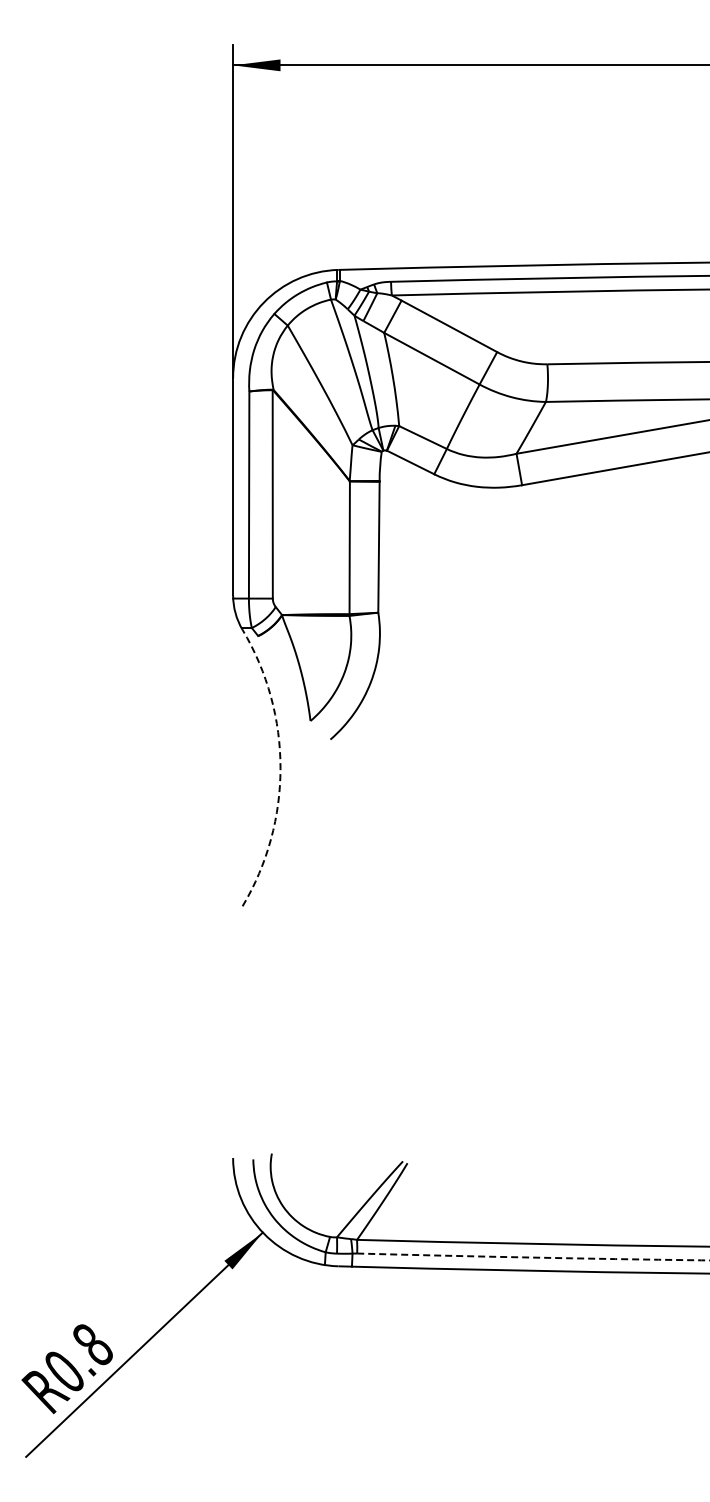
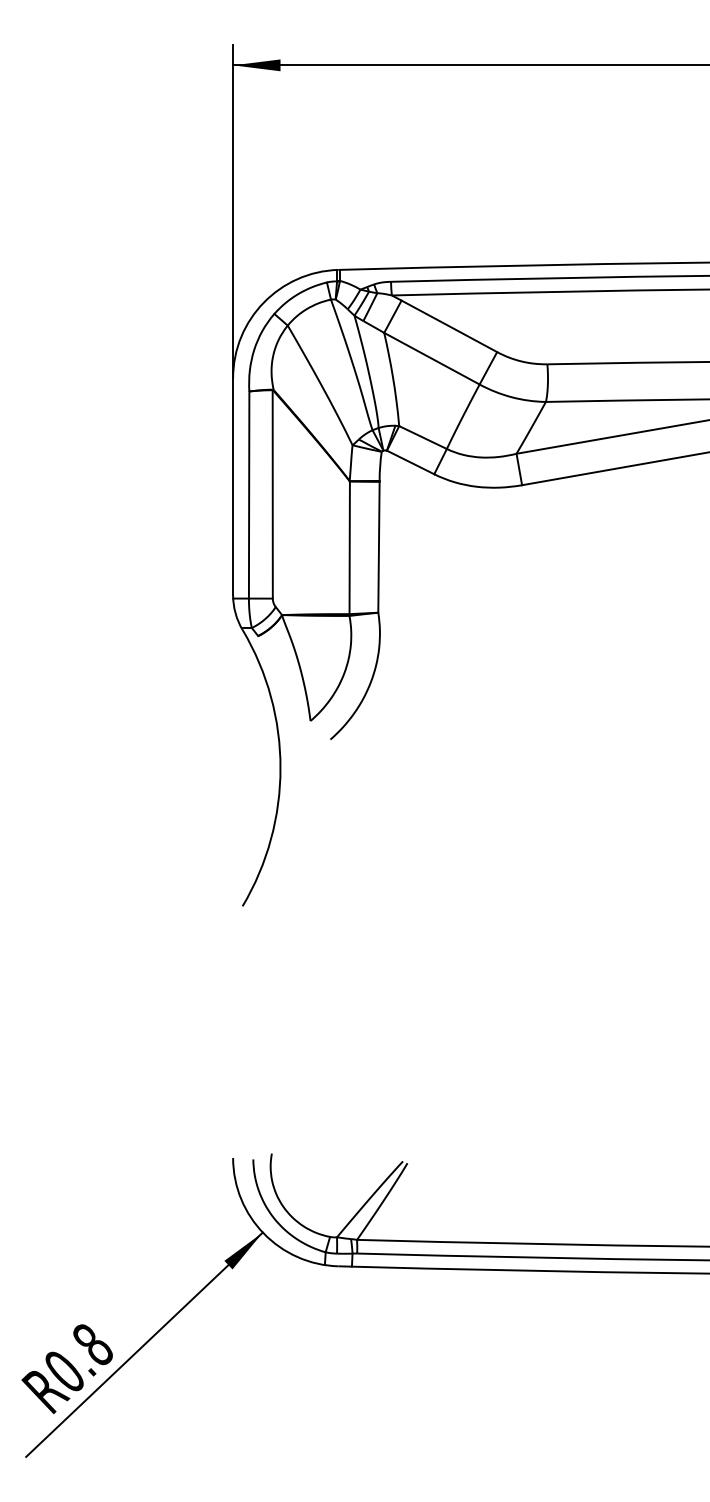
arc at (280, 768): dashed -> solid
arc at (533, 1257): dashed -> solid
